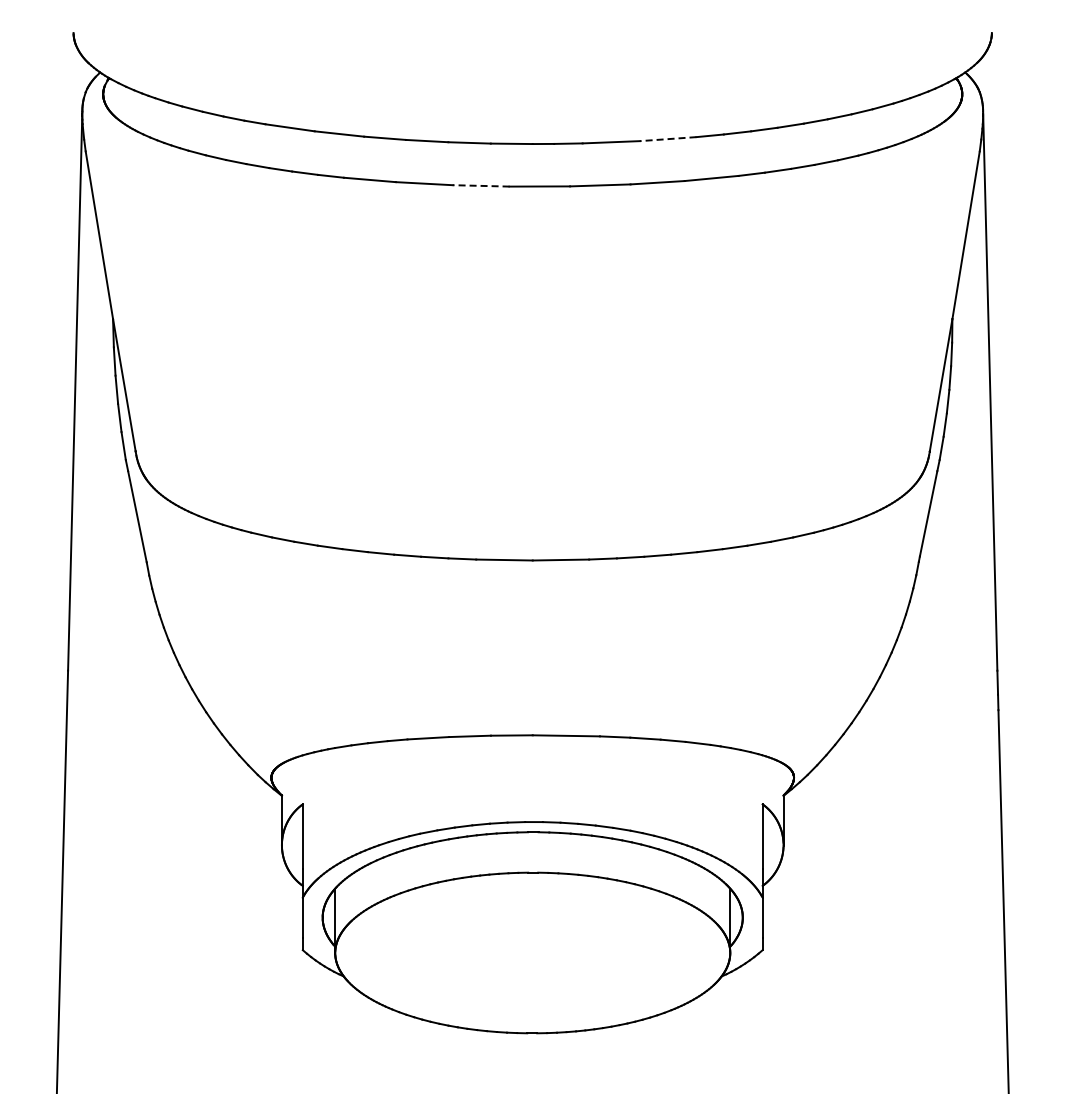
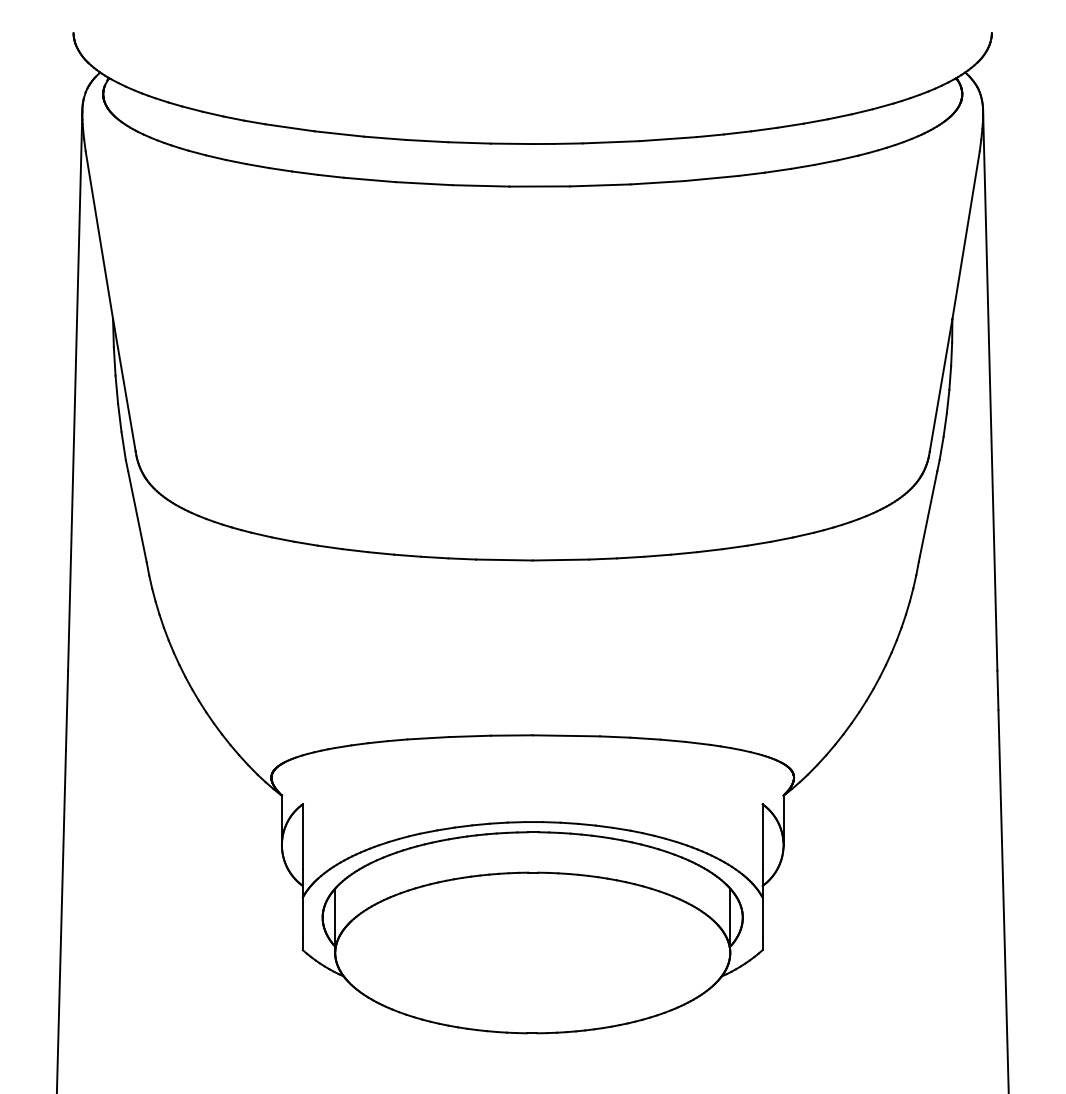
line at (667, 139): dashed -> solid
line at (480, 185): dashed -> solid
